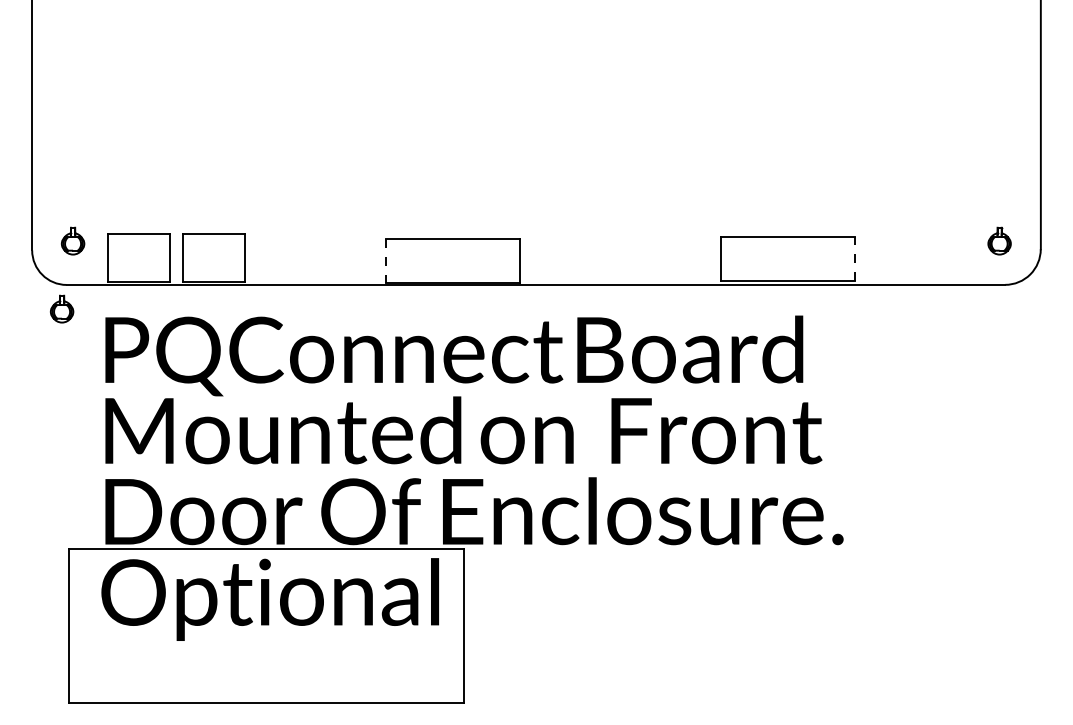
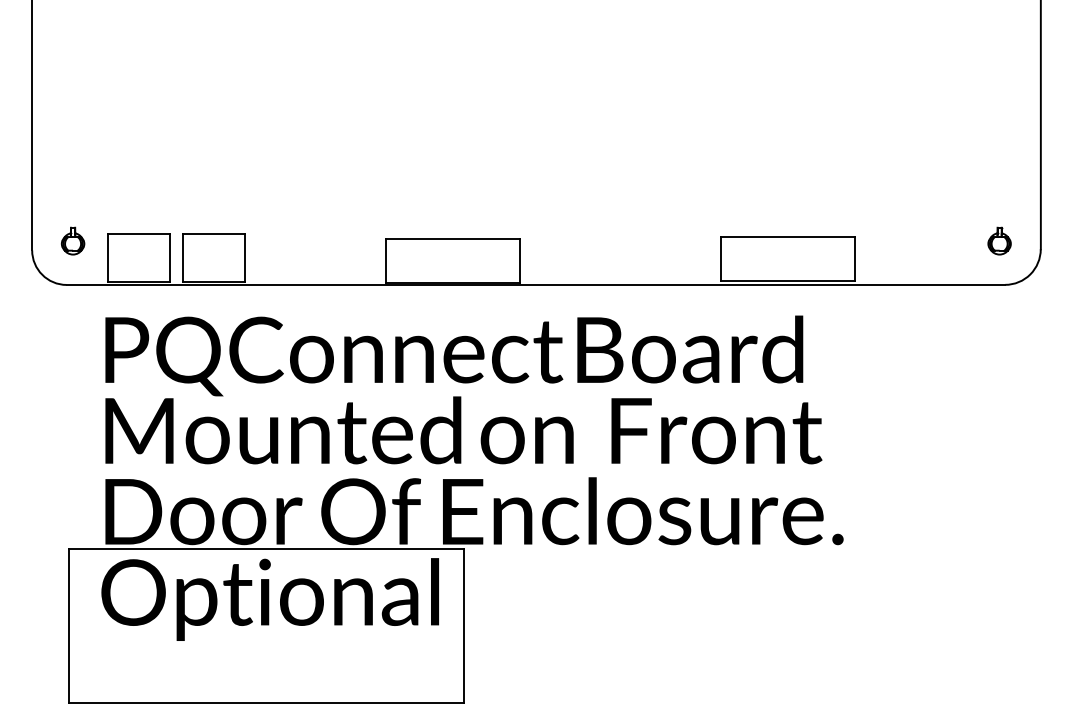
line at (855, 259): dashed -> solid
line at (385, 260): dashed -> solid
part at (62, 308): present -> none
